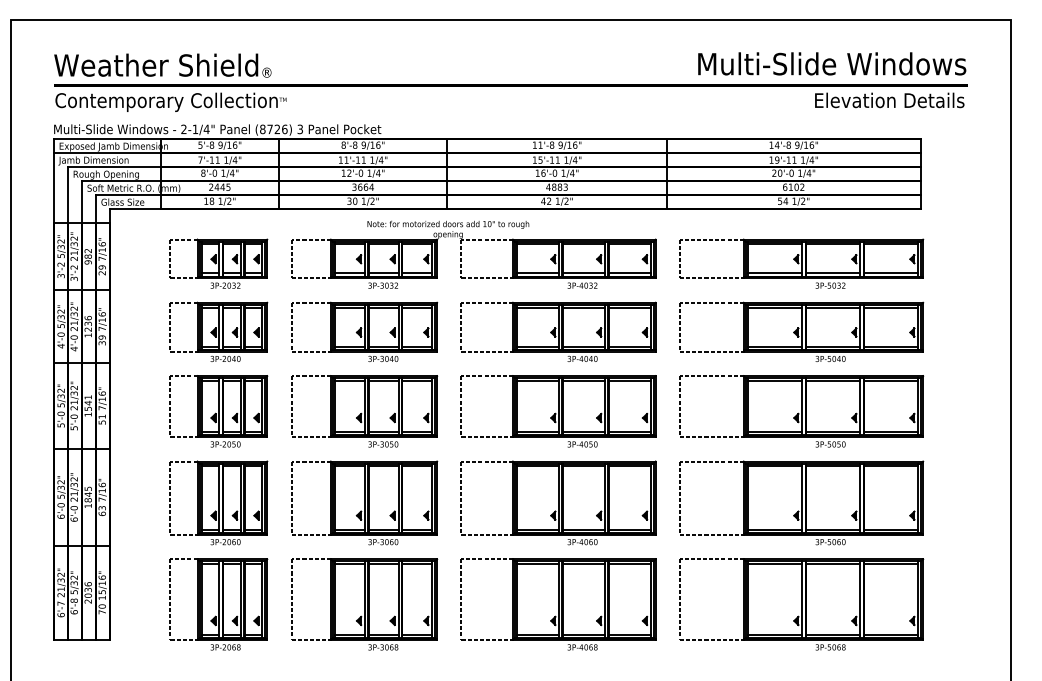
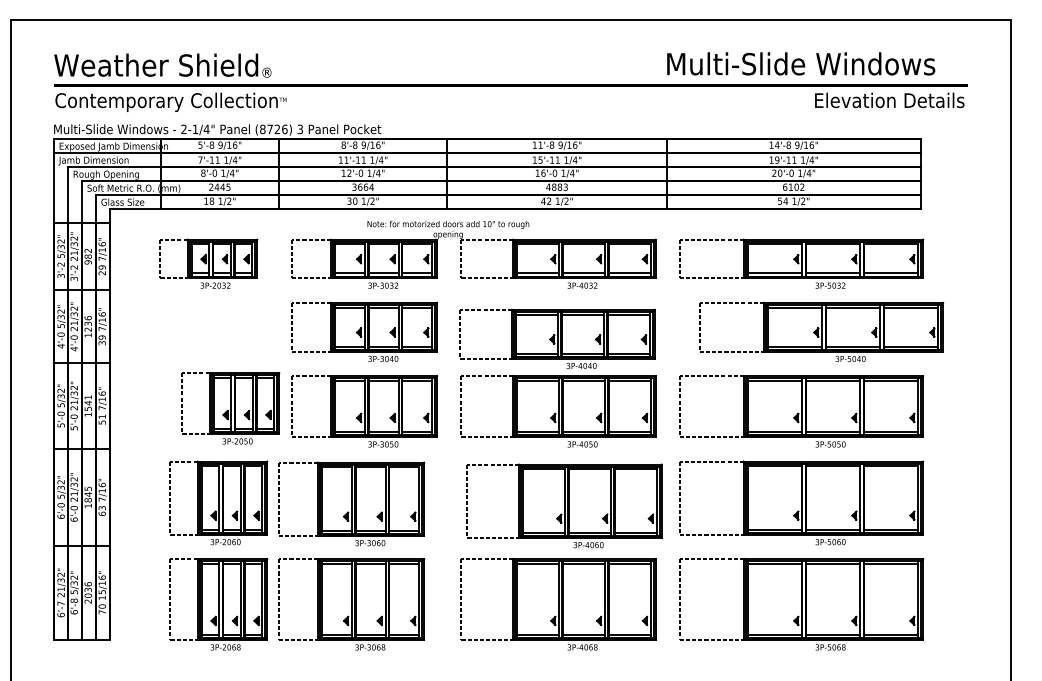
text at (832, 63) position: (832, 63) -> (801, 63)
part at (218, 263) position: (218, 263) -> (208, 263)
part at (218, 331): present -> none
part at (558, 331) position: (558, 331) -> (557, 338)
part at (801, 331) position: (801, 331) -> (821, 331)
part at (218, 411) position: (218, 411) -> (230, 408)
part at (364, 502) position: (364, 502) -> (351, 503)
part at (558, 502) position: (558, 502) -> (564, 505)
part at (364, 604) position: (364, 604) -> (351, 604)
